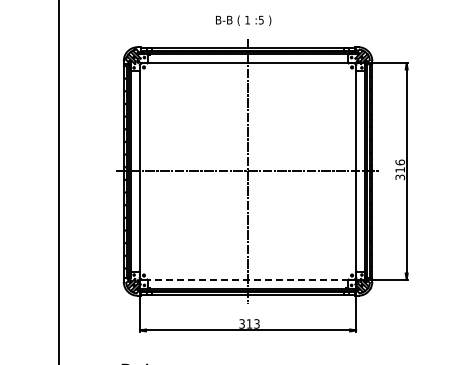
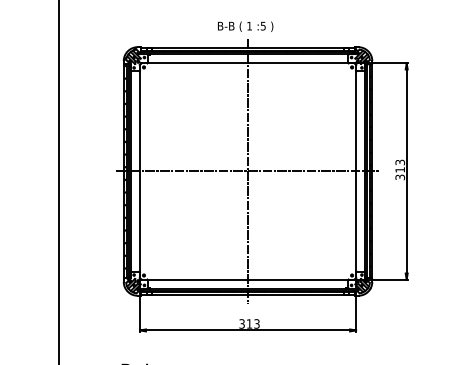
text at (243, 20) position: (243, 20) -> (245, 26)
text at (400, 162): 316 -> 313
line at (248, 279): dashed -> solid
